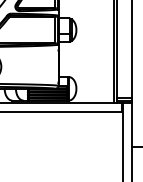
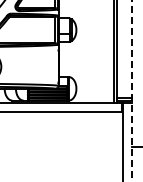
line at (131, 91): solid -> dashed
